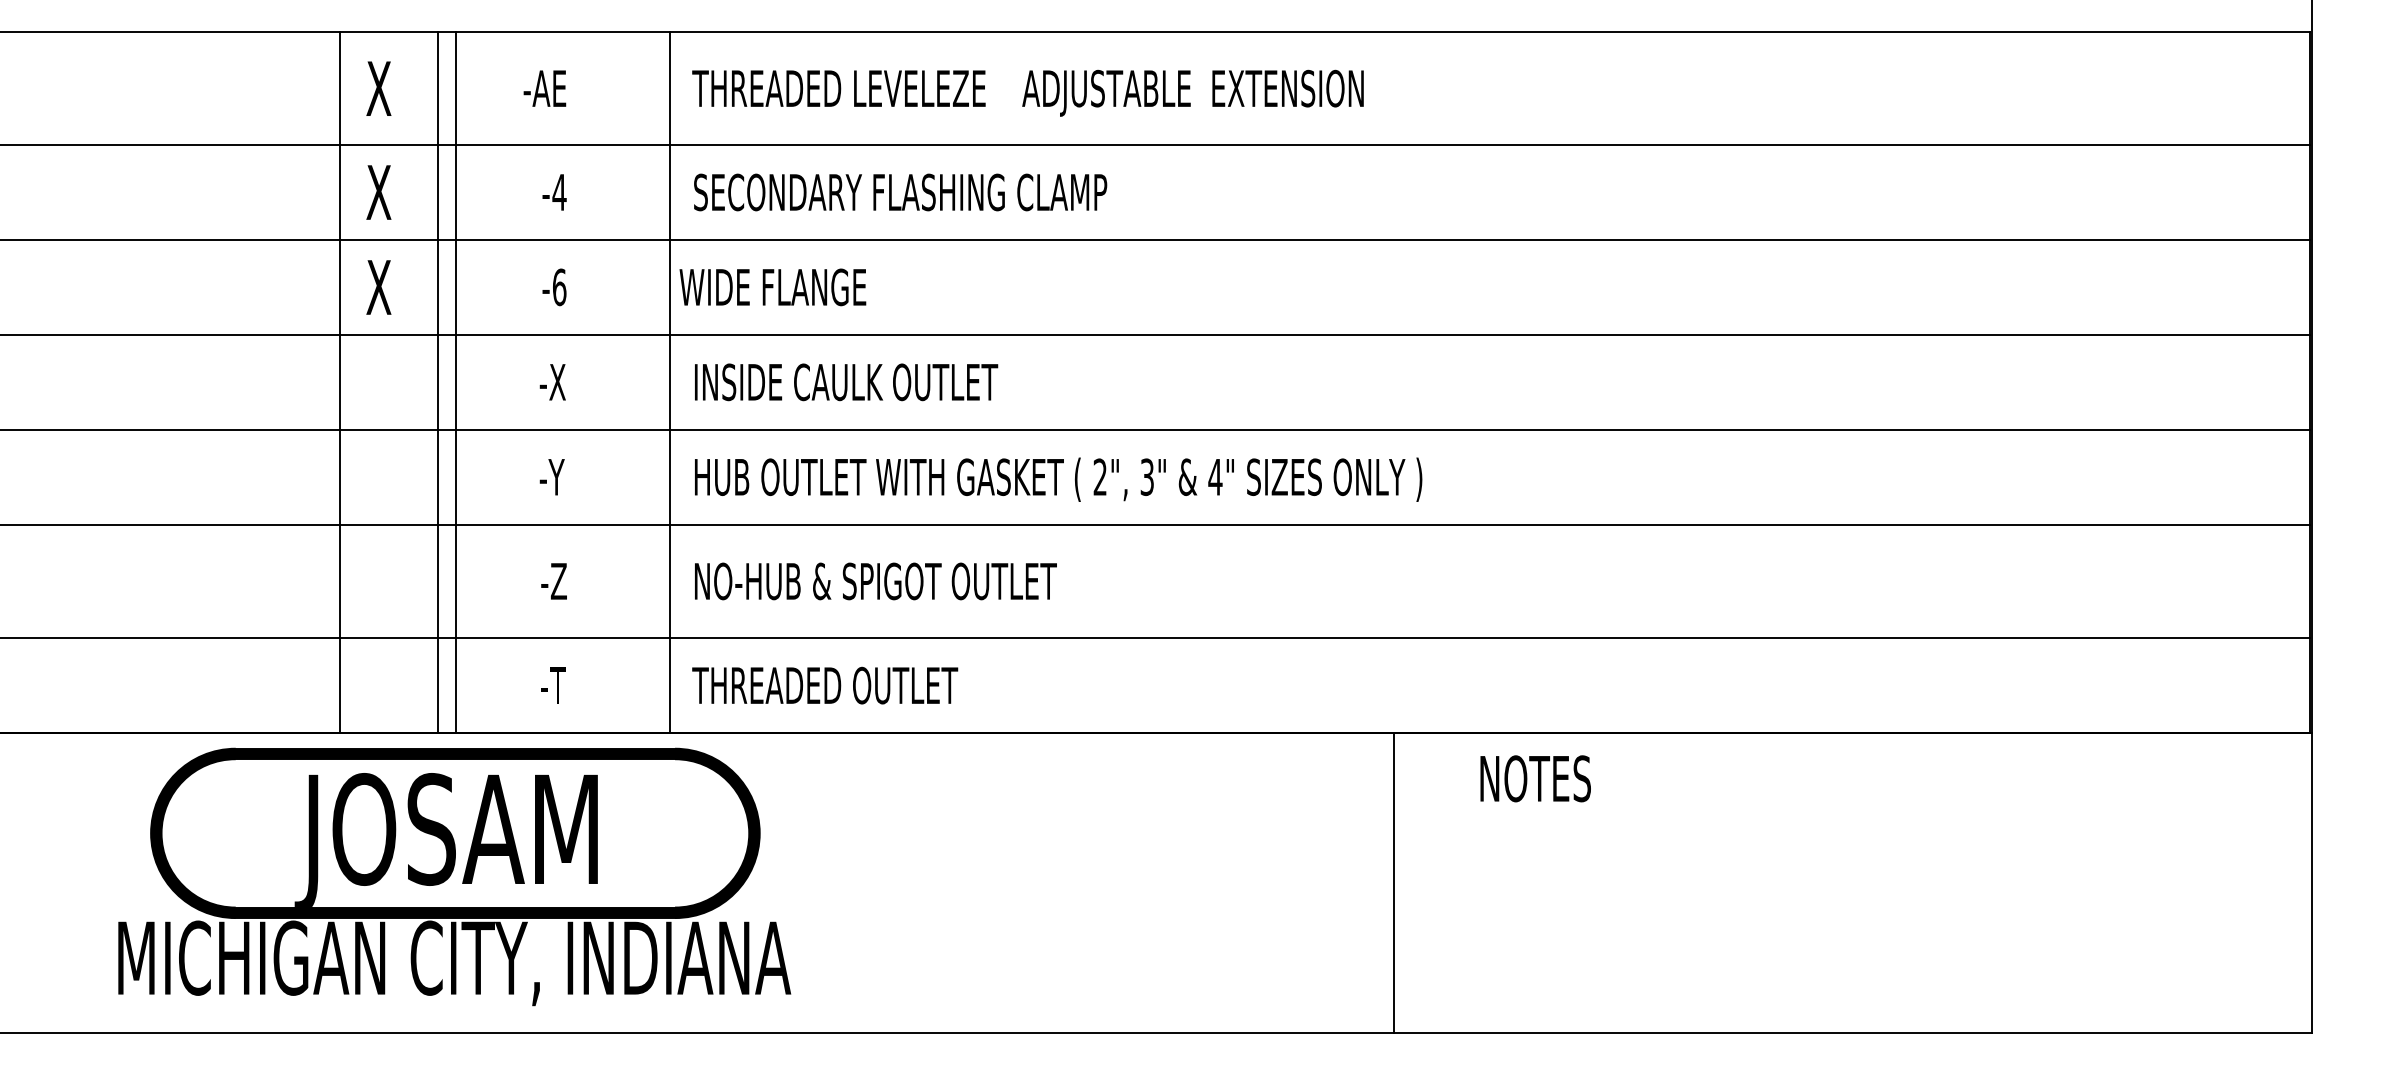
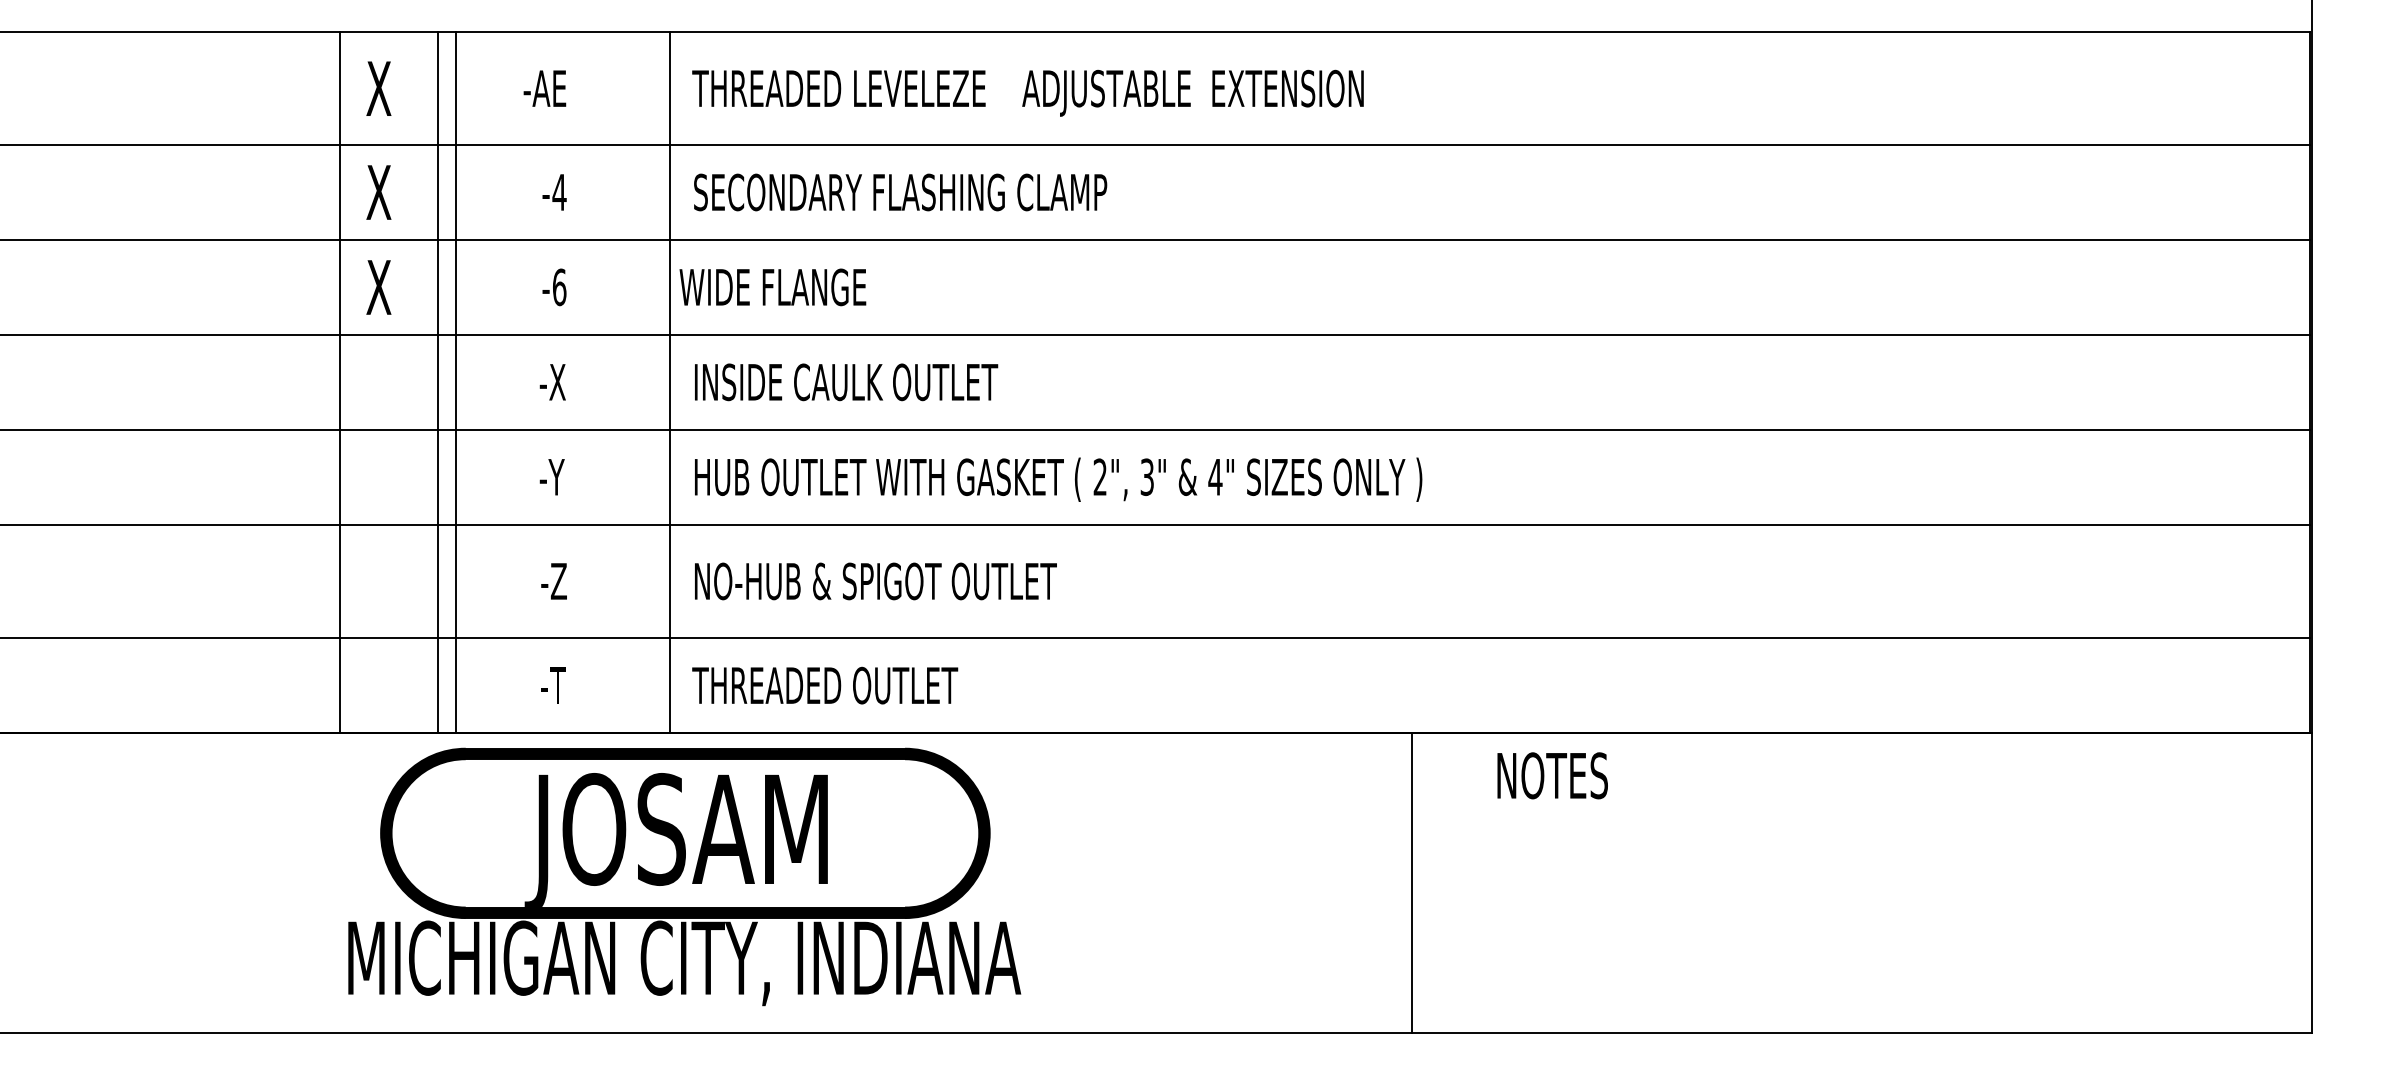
text at (1535, 778) position: (1535, 778) -> (1552, 775)
part at (454, 876) position: (454, 876) -> (684, 876)
line at (1393, 882) position: (1393, 882) -> (1411, 882)
